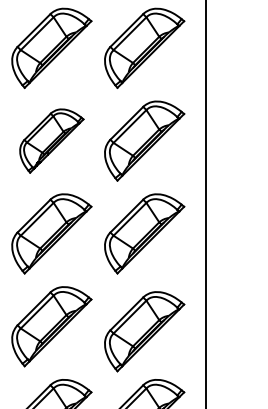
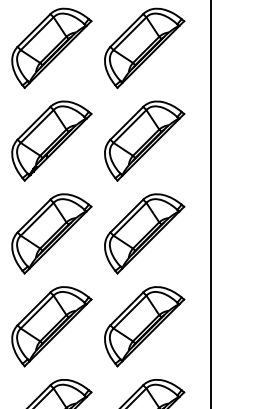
part at (51, 140) size: 66x66 px -> 82x82 px
line at (206, 203) position: (206, 203) -> (211, 203)
part at (144, 331) position: (144, 331) -> (144, 326)
